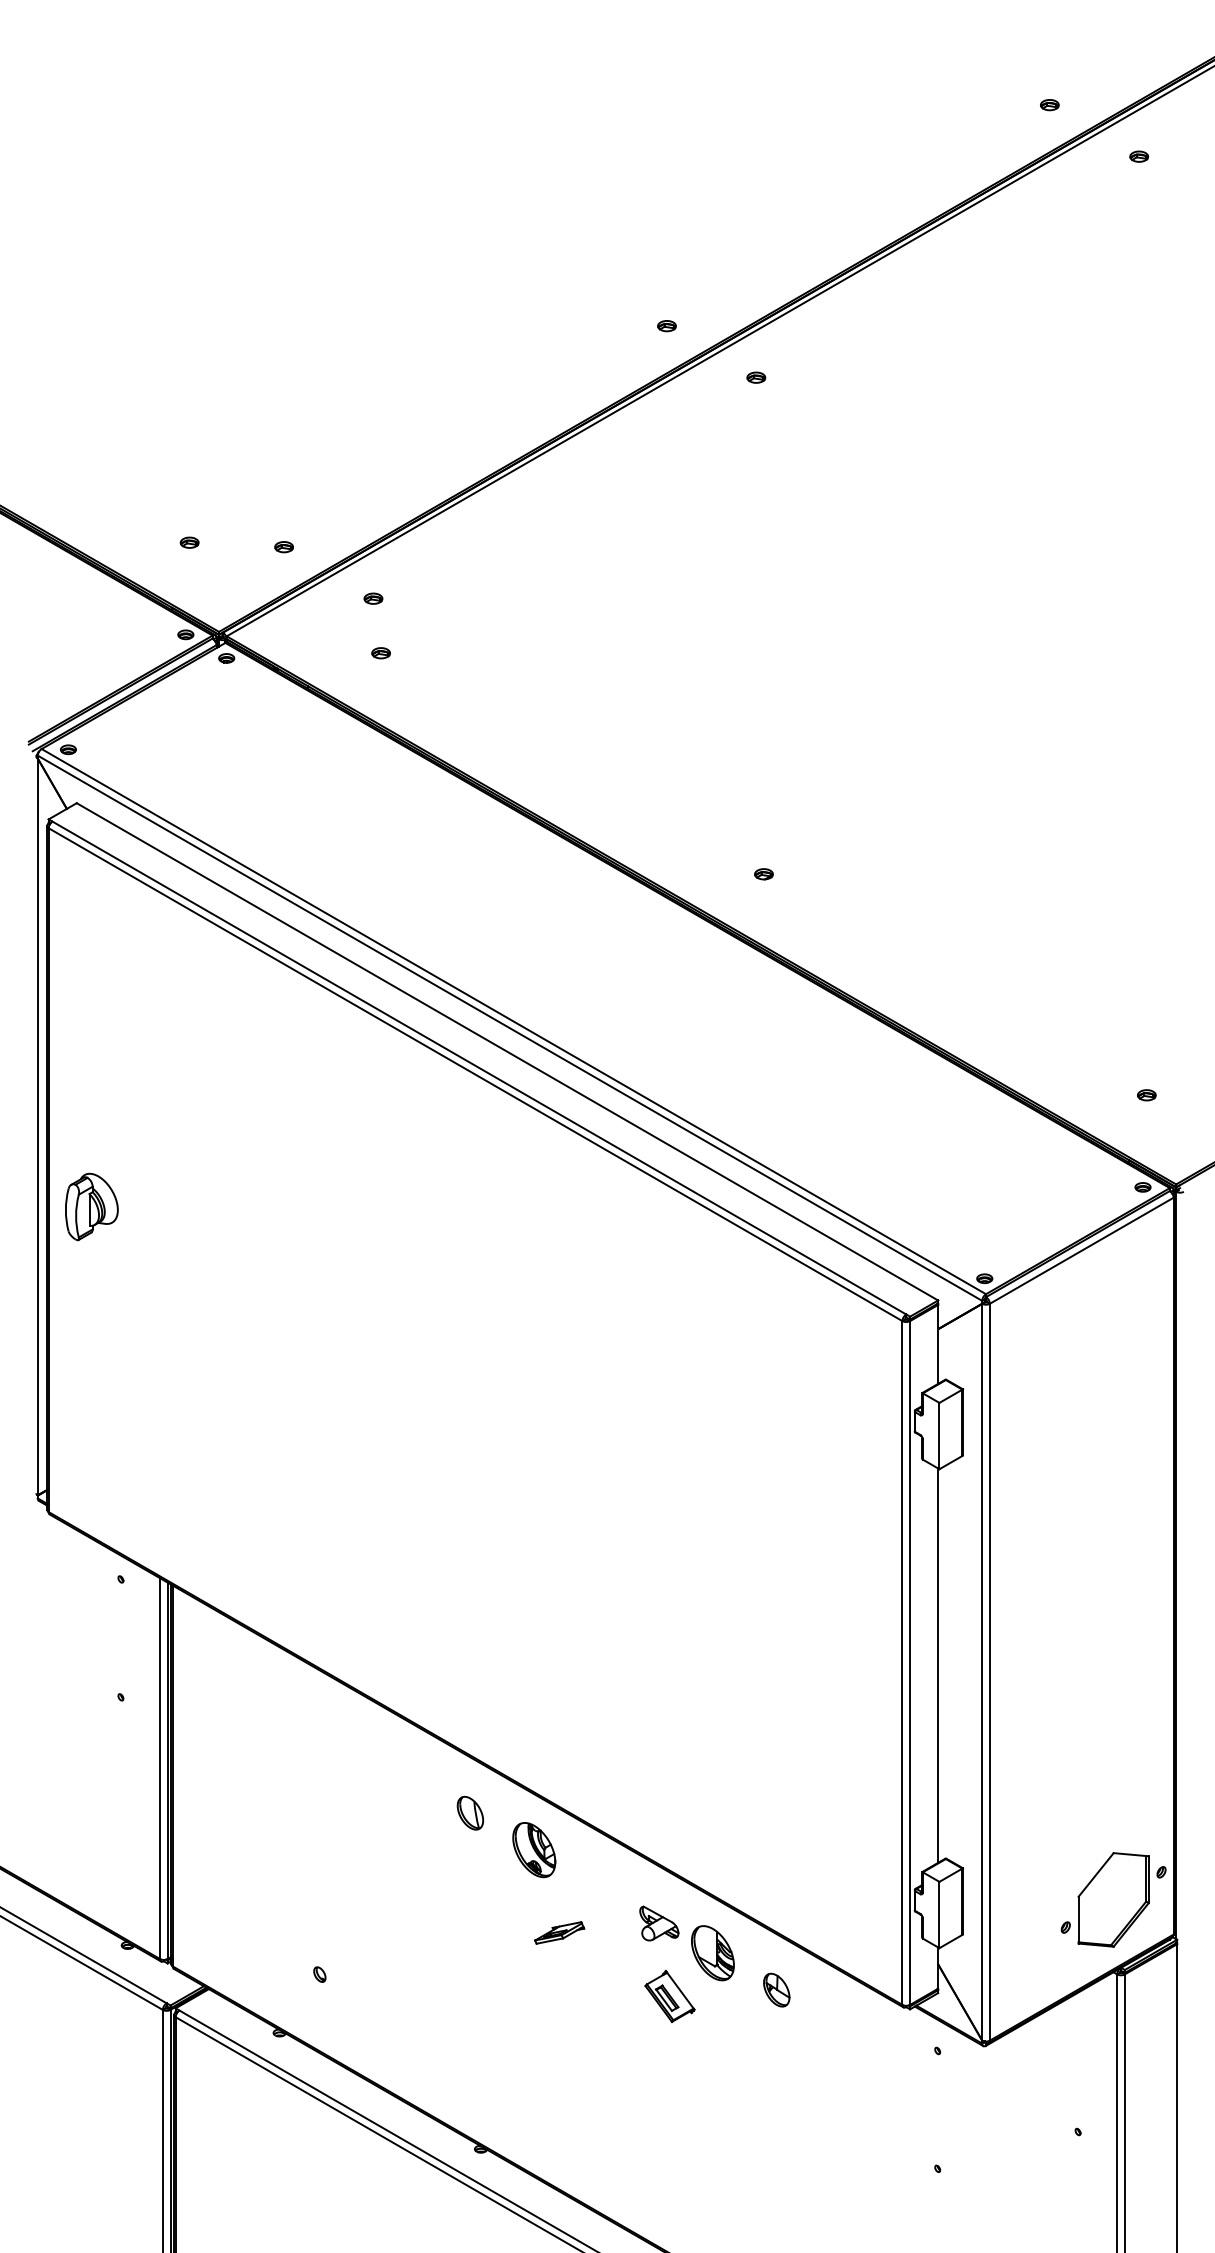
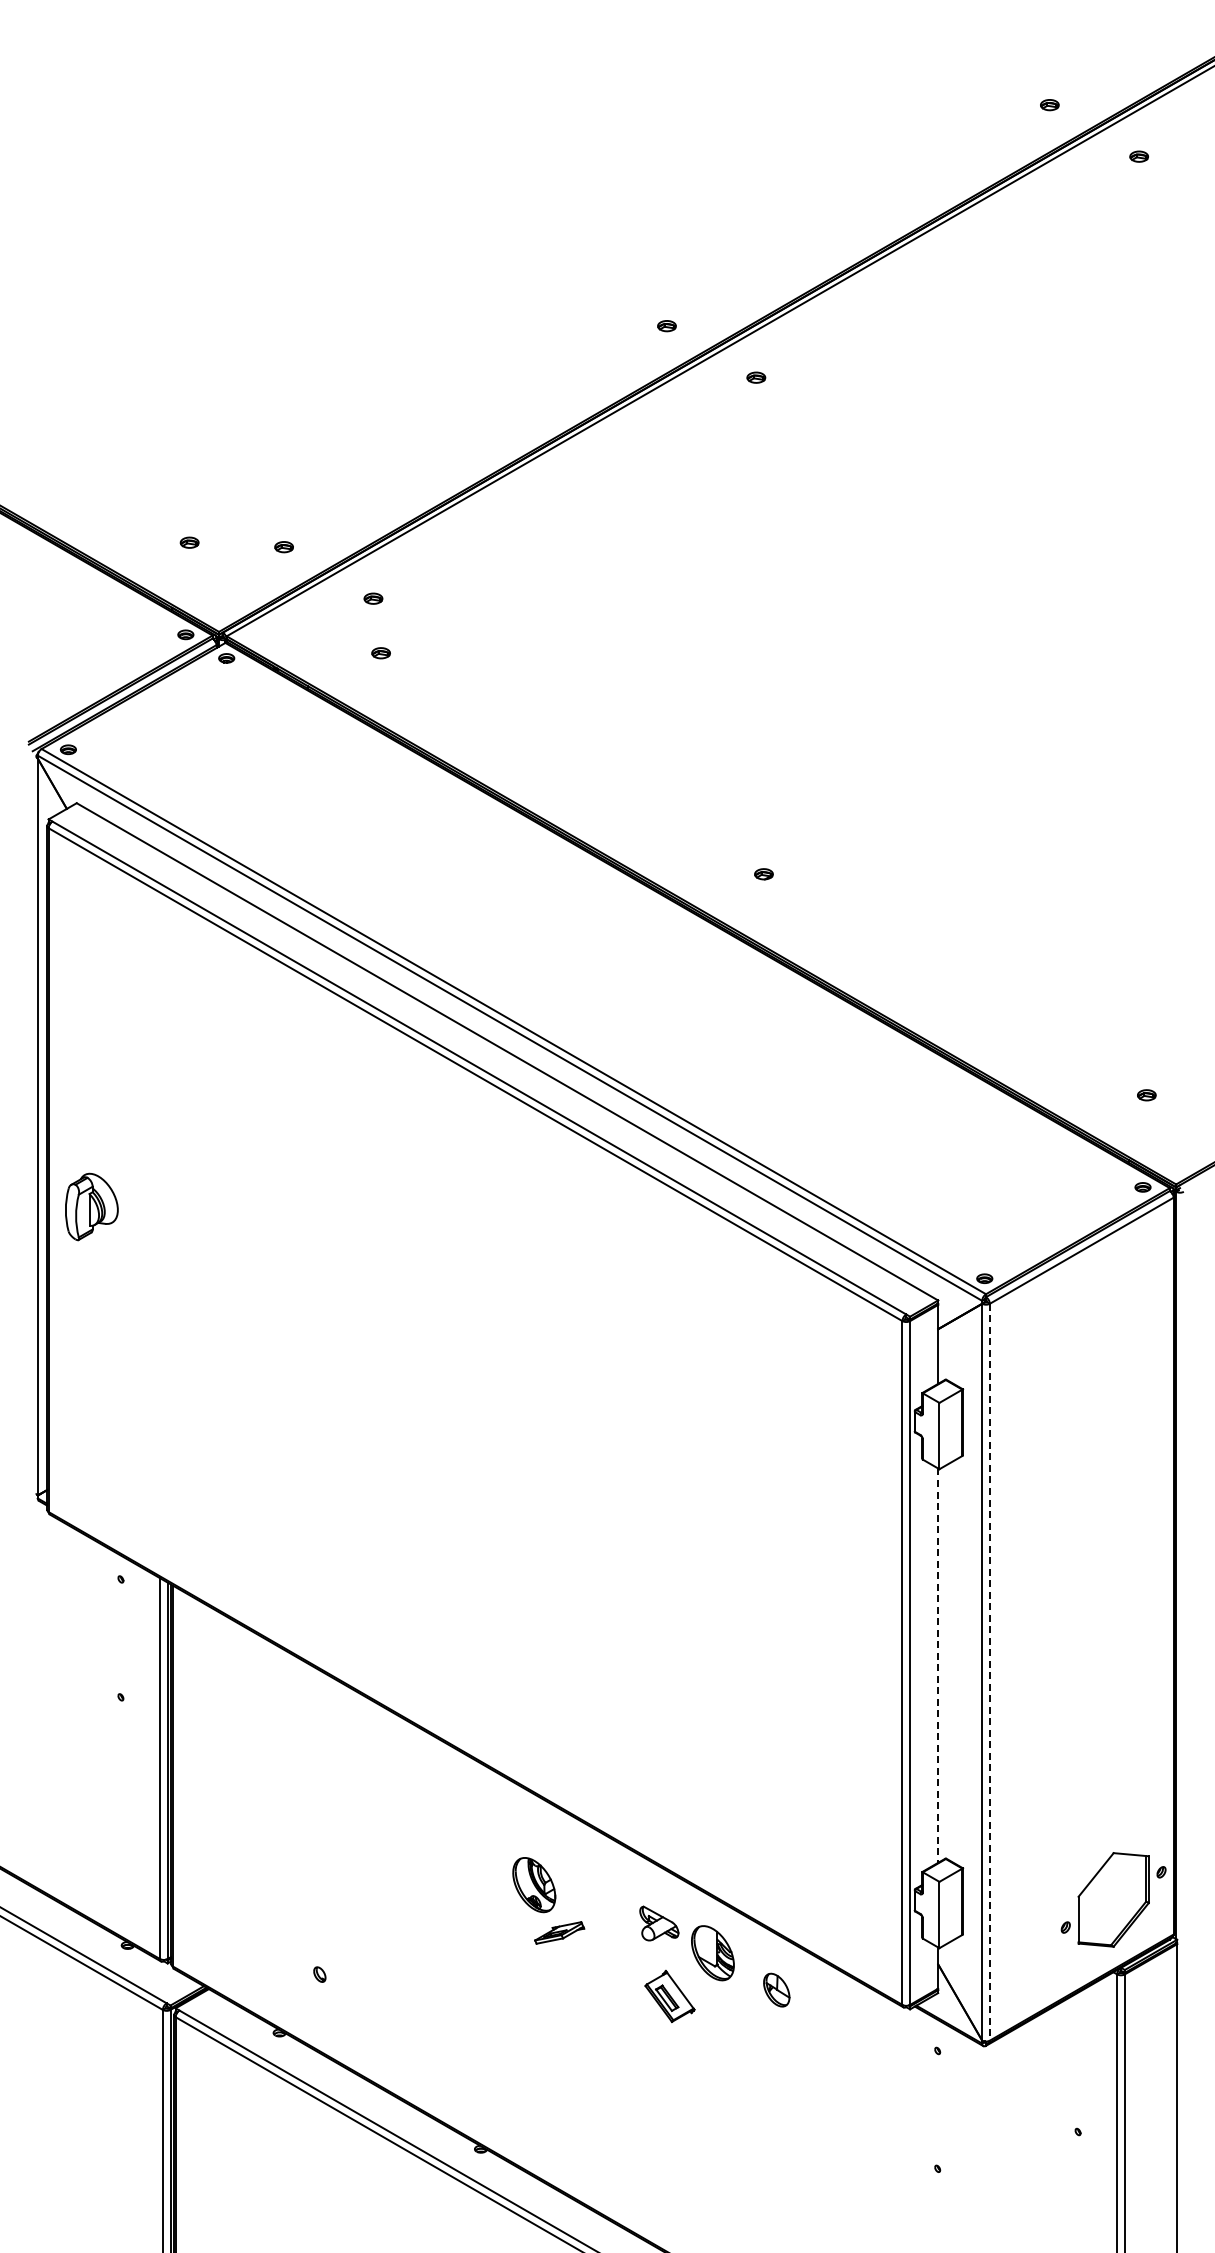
line at (938, 1666): solid -> dashed
line at (989, 1672): solid -> dashed
part at (470, 1813): present -> none
part at (534, 1850) position: (534, 1850) -> (534, 1885)
